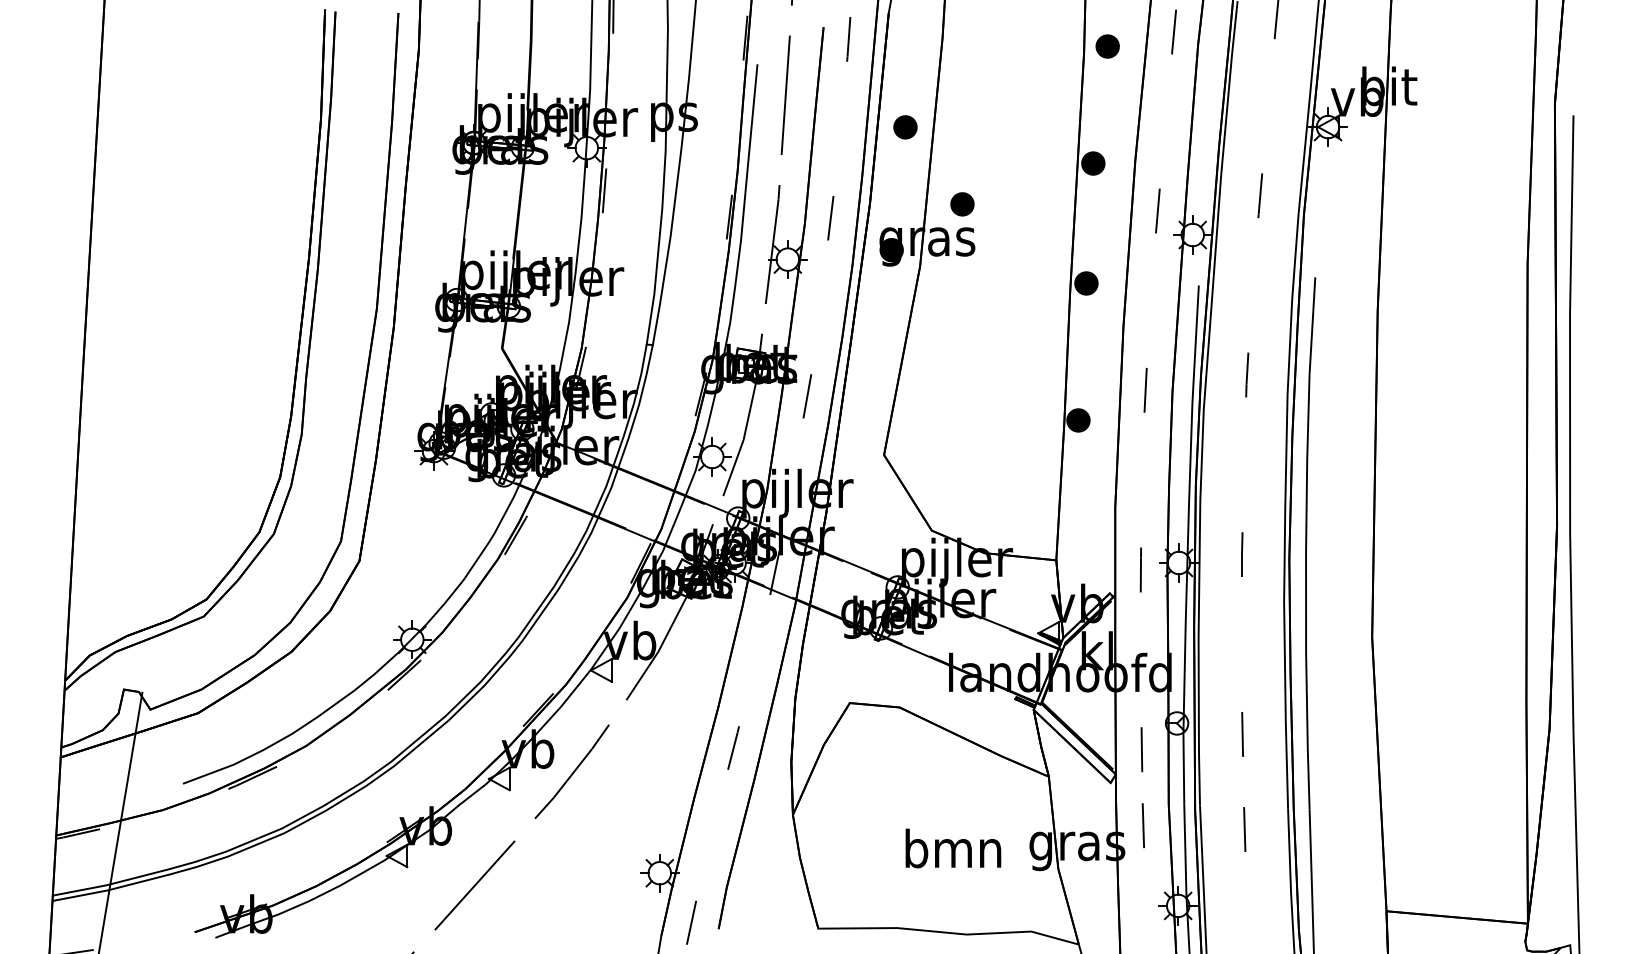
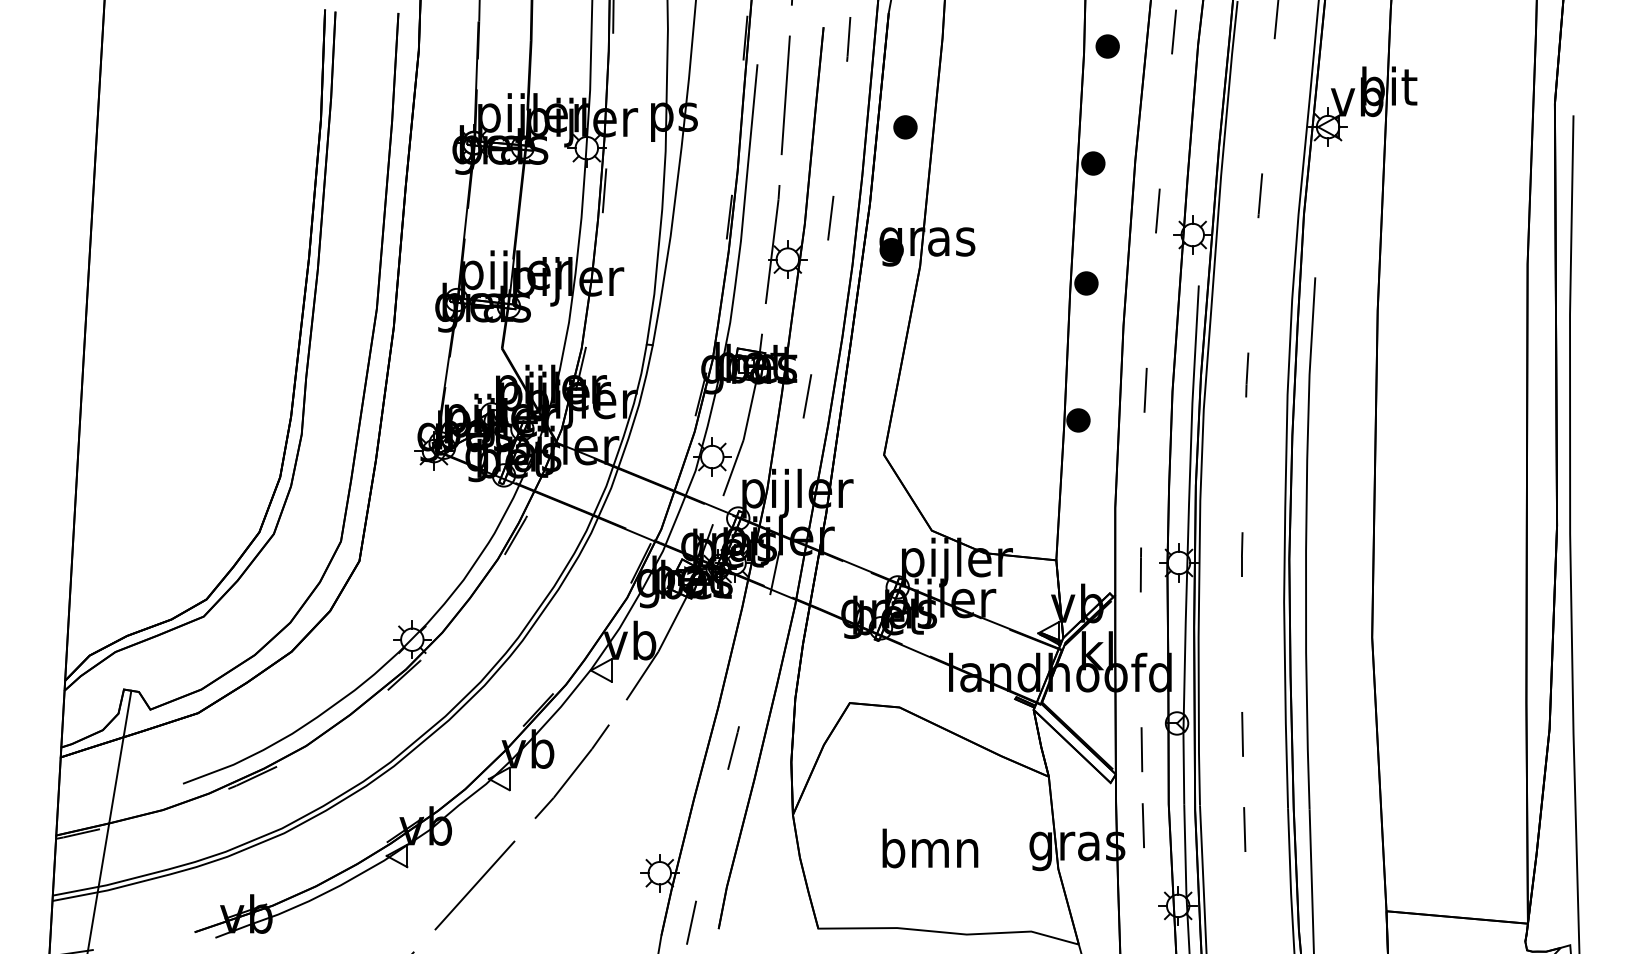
part at (962, 204): present -> none
line at (120, 821) position: (120, 821) -> (109, 820)
text at (953, 848) position: (953, 848) -> (930, 848)
